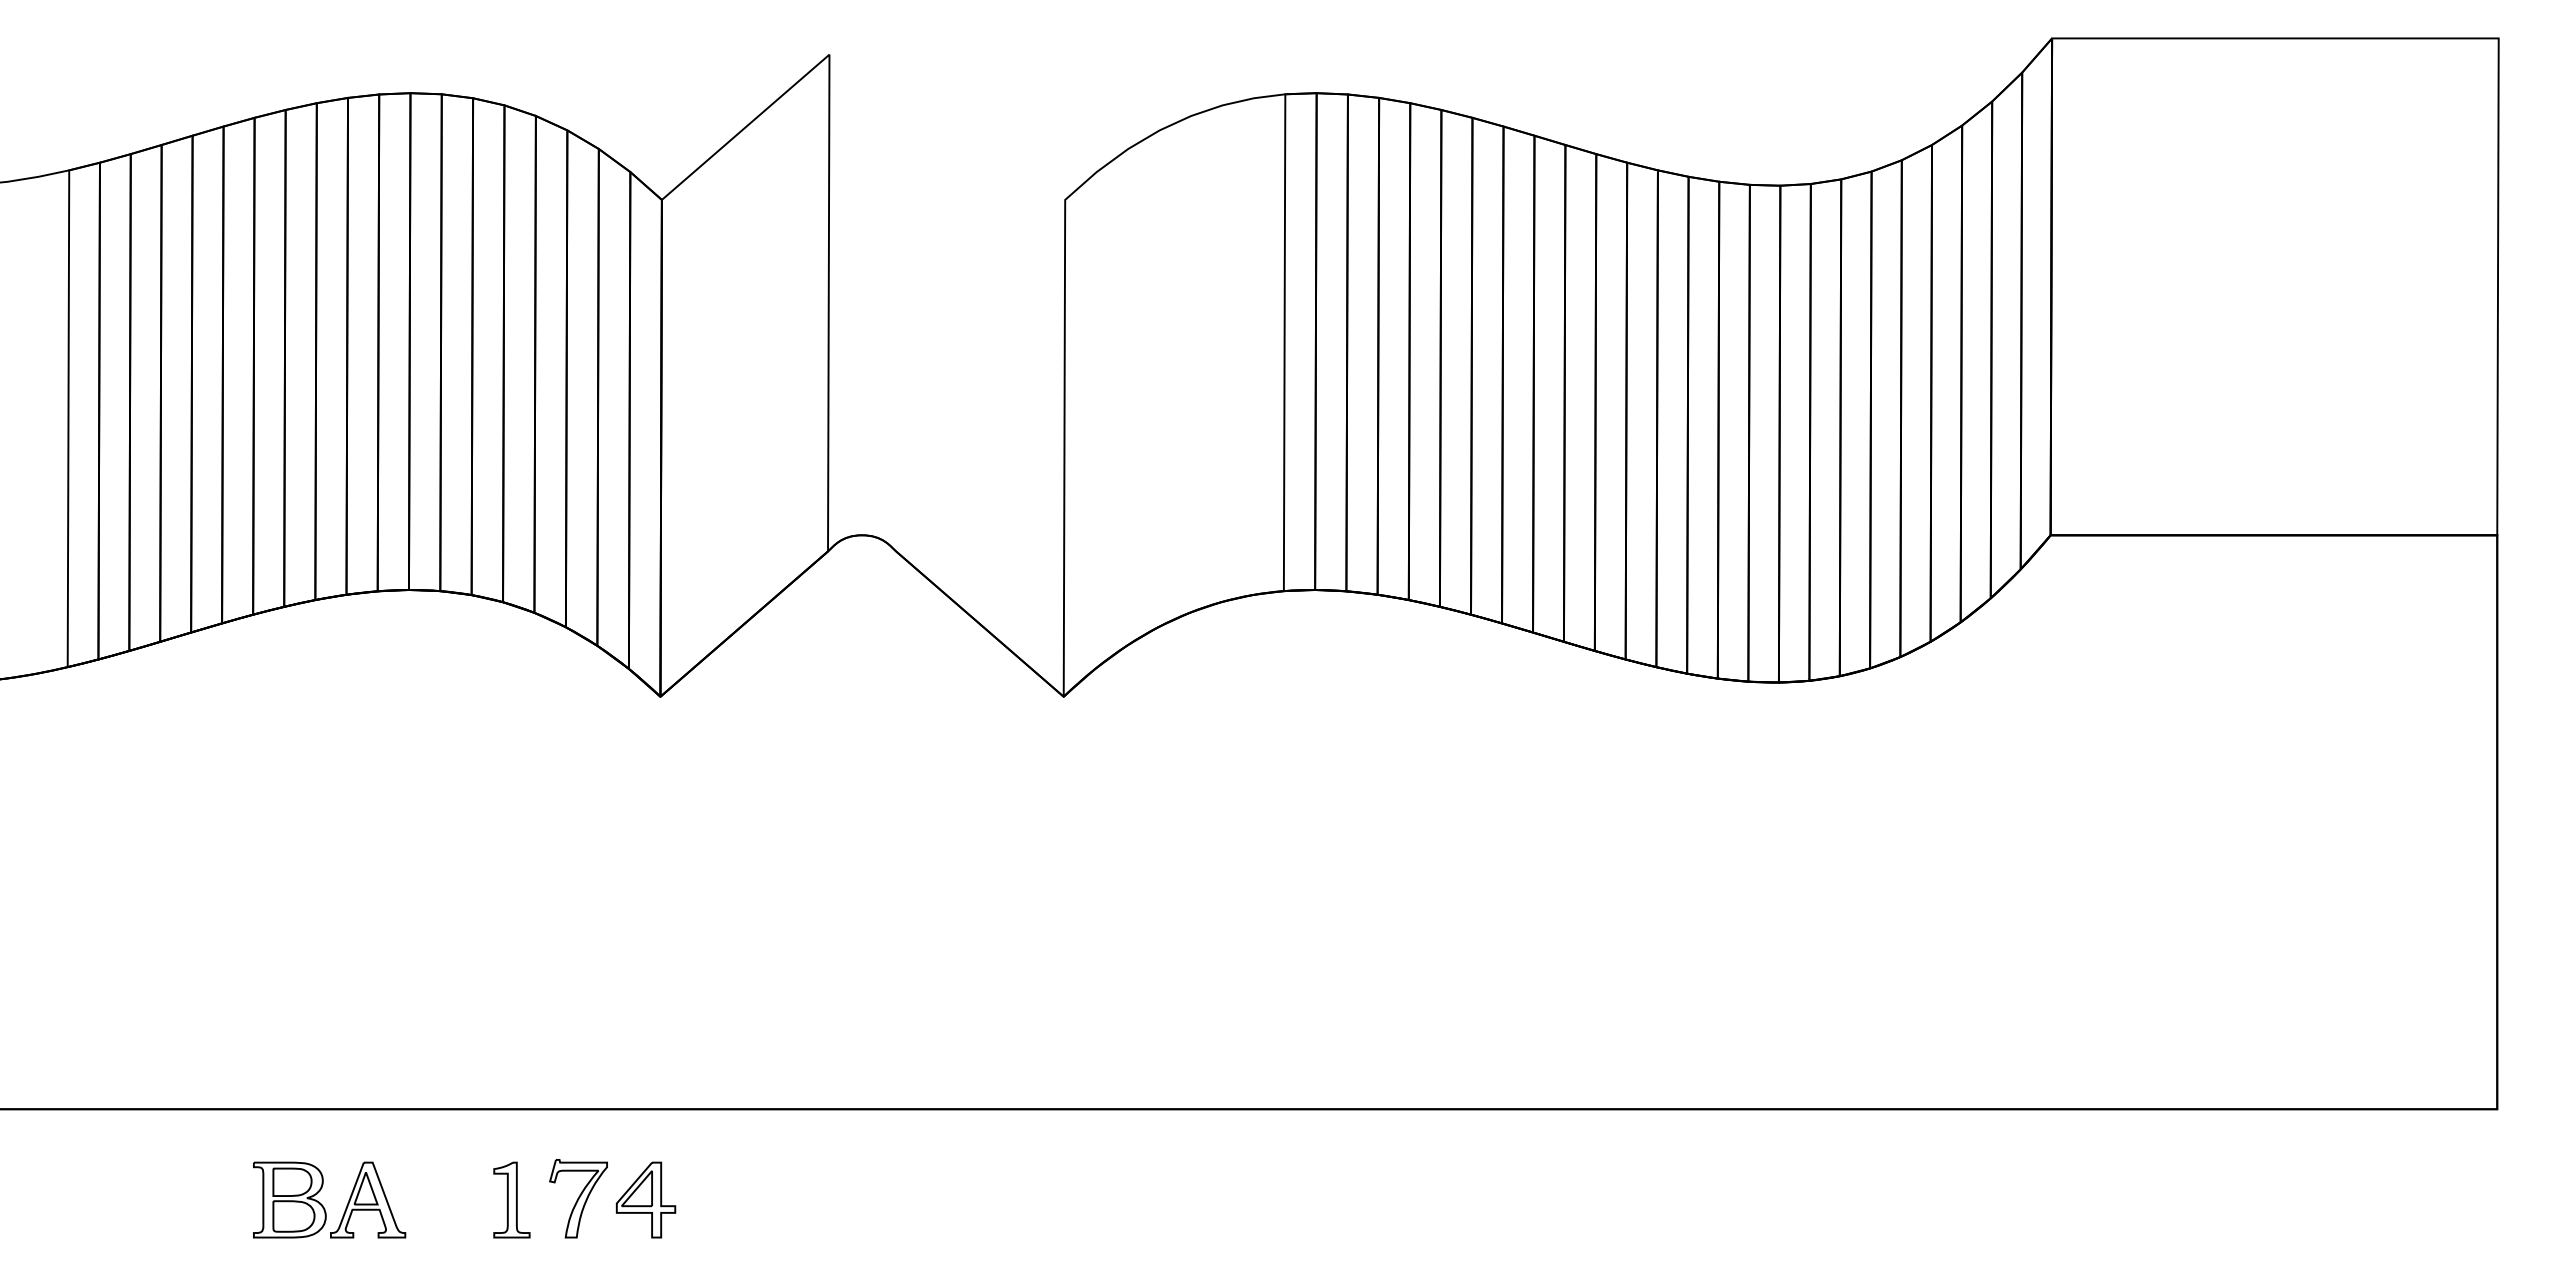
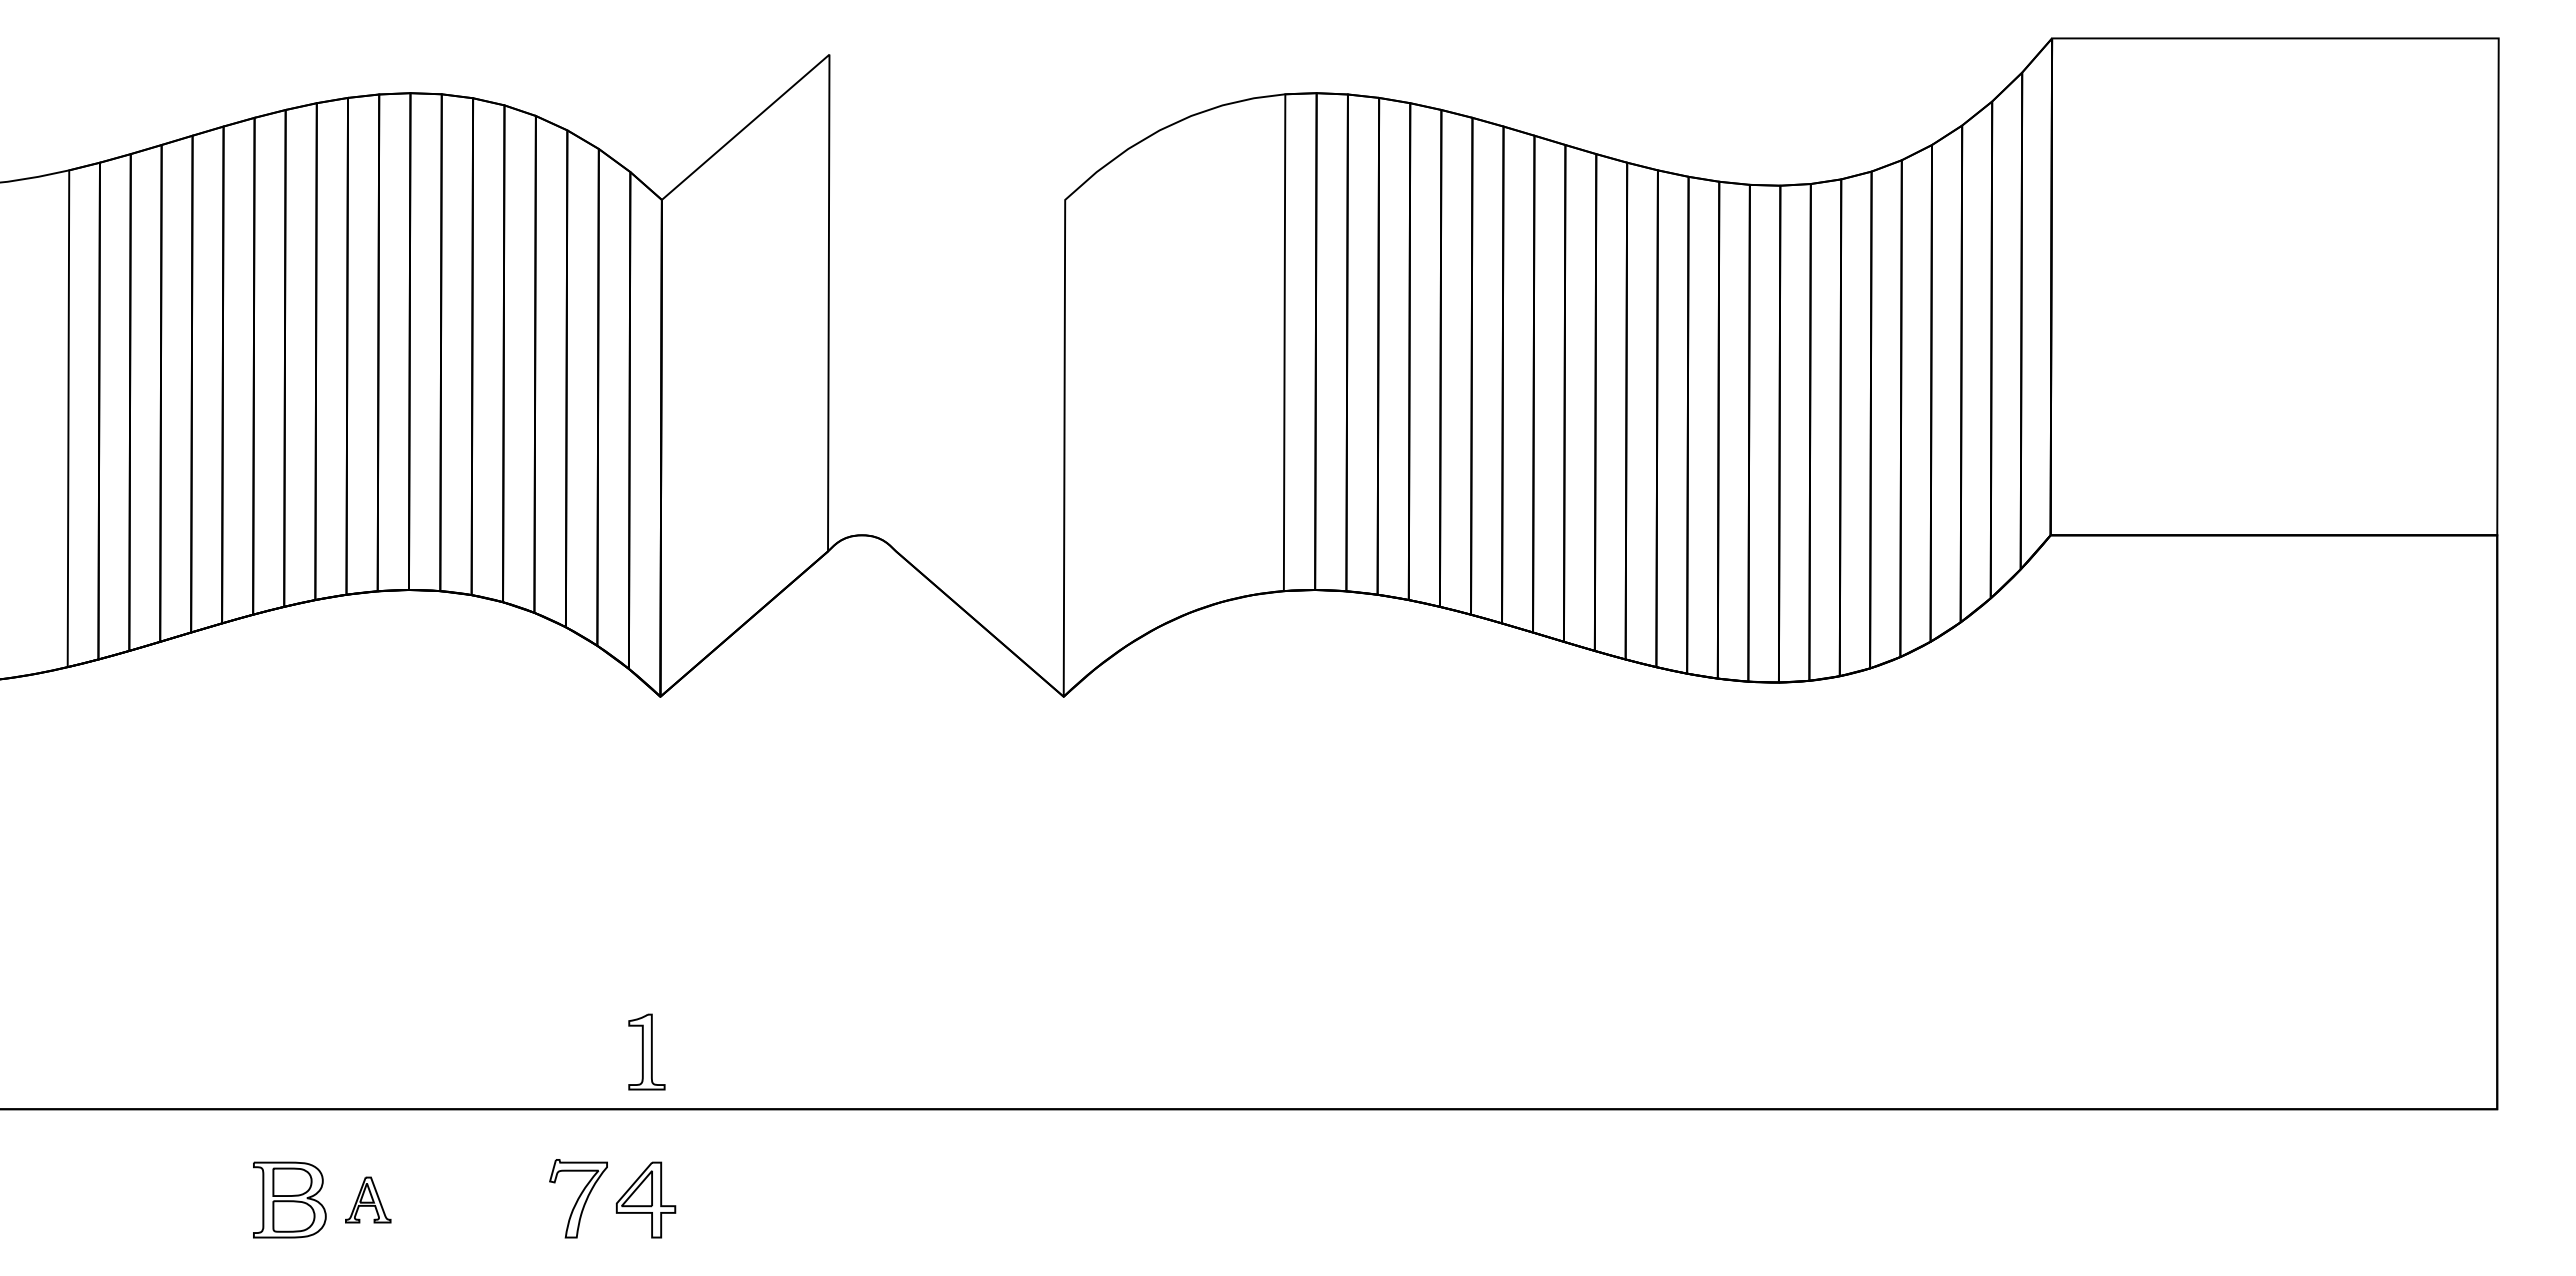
part at (368, 1199) size: 77x78 px -> 47x48 px
part at (511, 1199) position: (511, 1199) -> (646, 1051)
